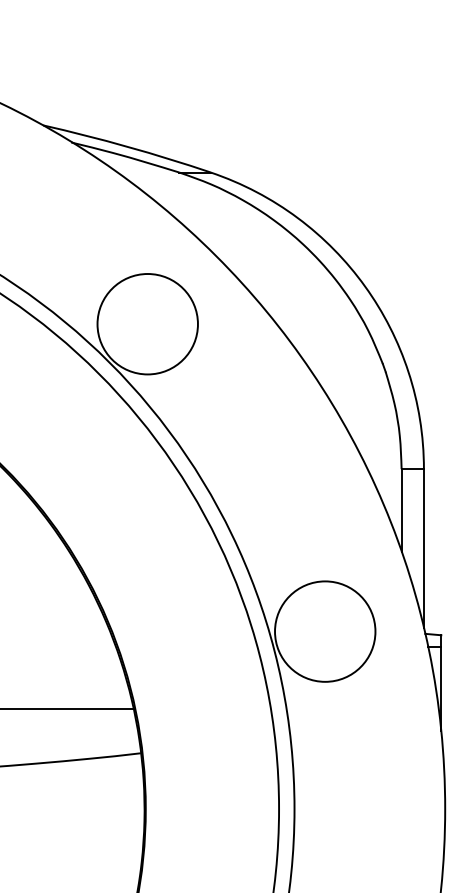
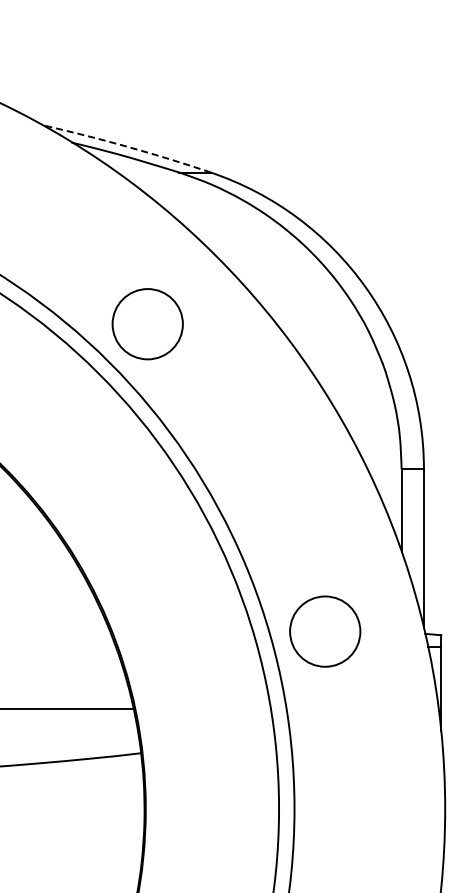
arc at (127, 146): solid -> dashed
circle at (147, 324) diameter: 100 px -> 70 px
circle at (325, 631) diameter: 100 px -> 70 px
